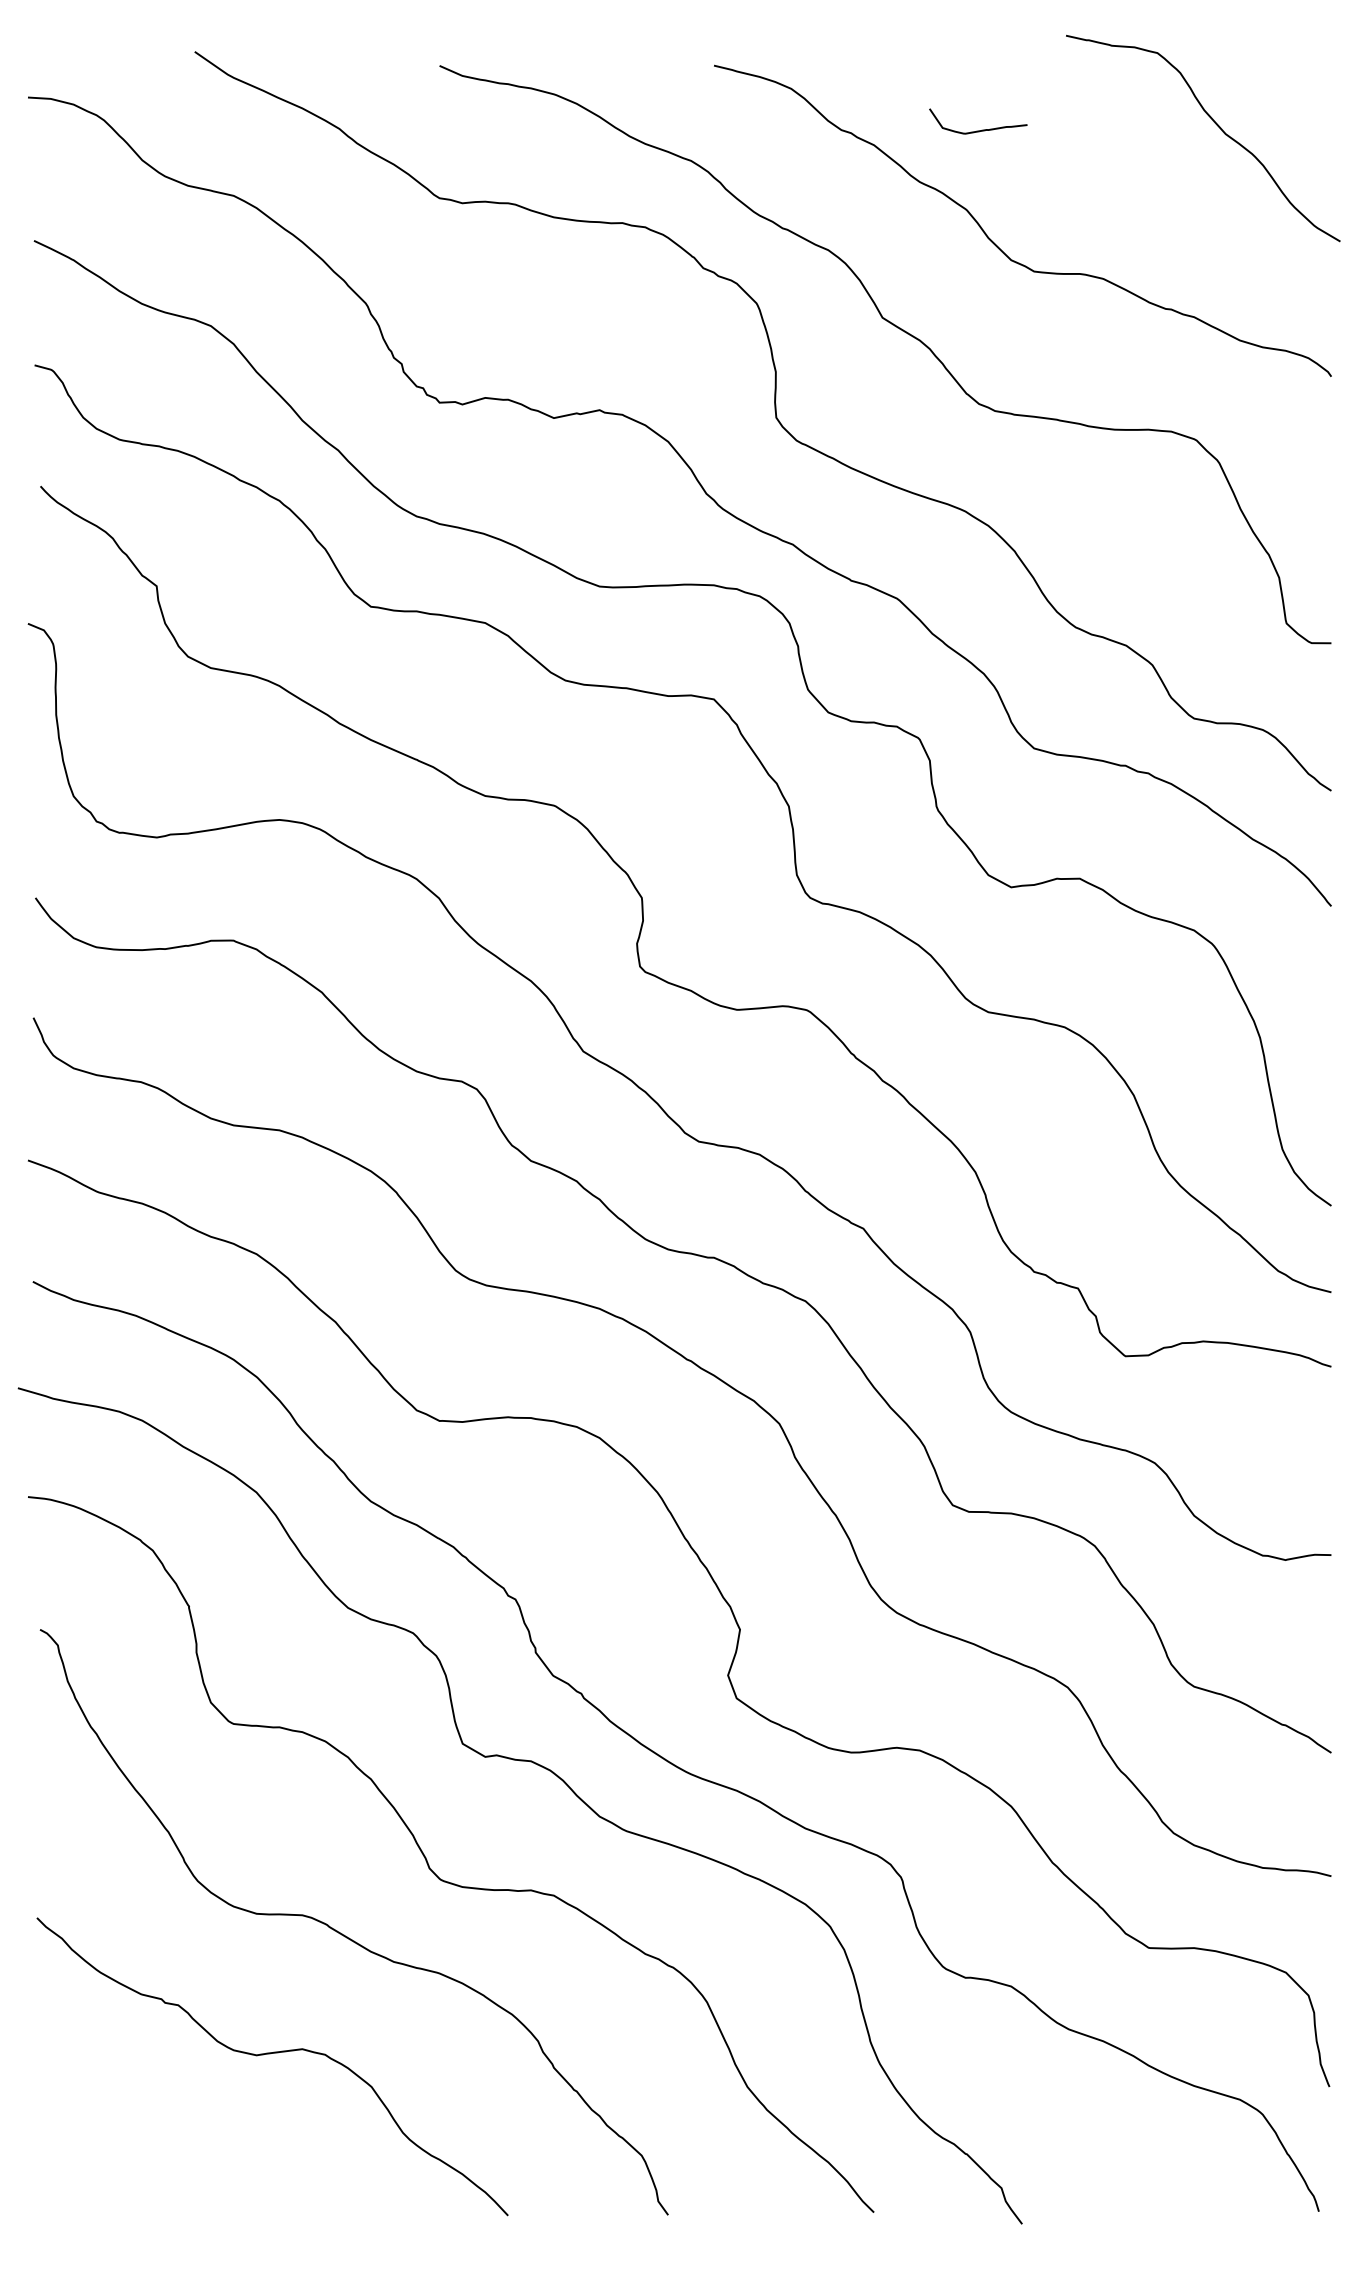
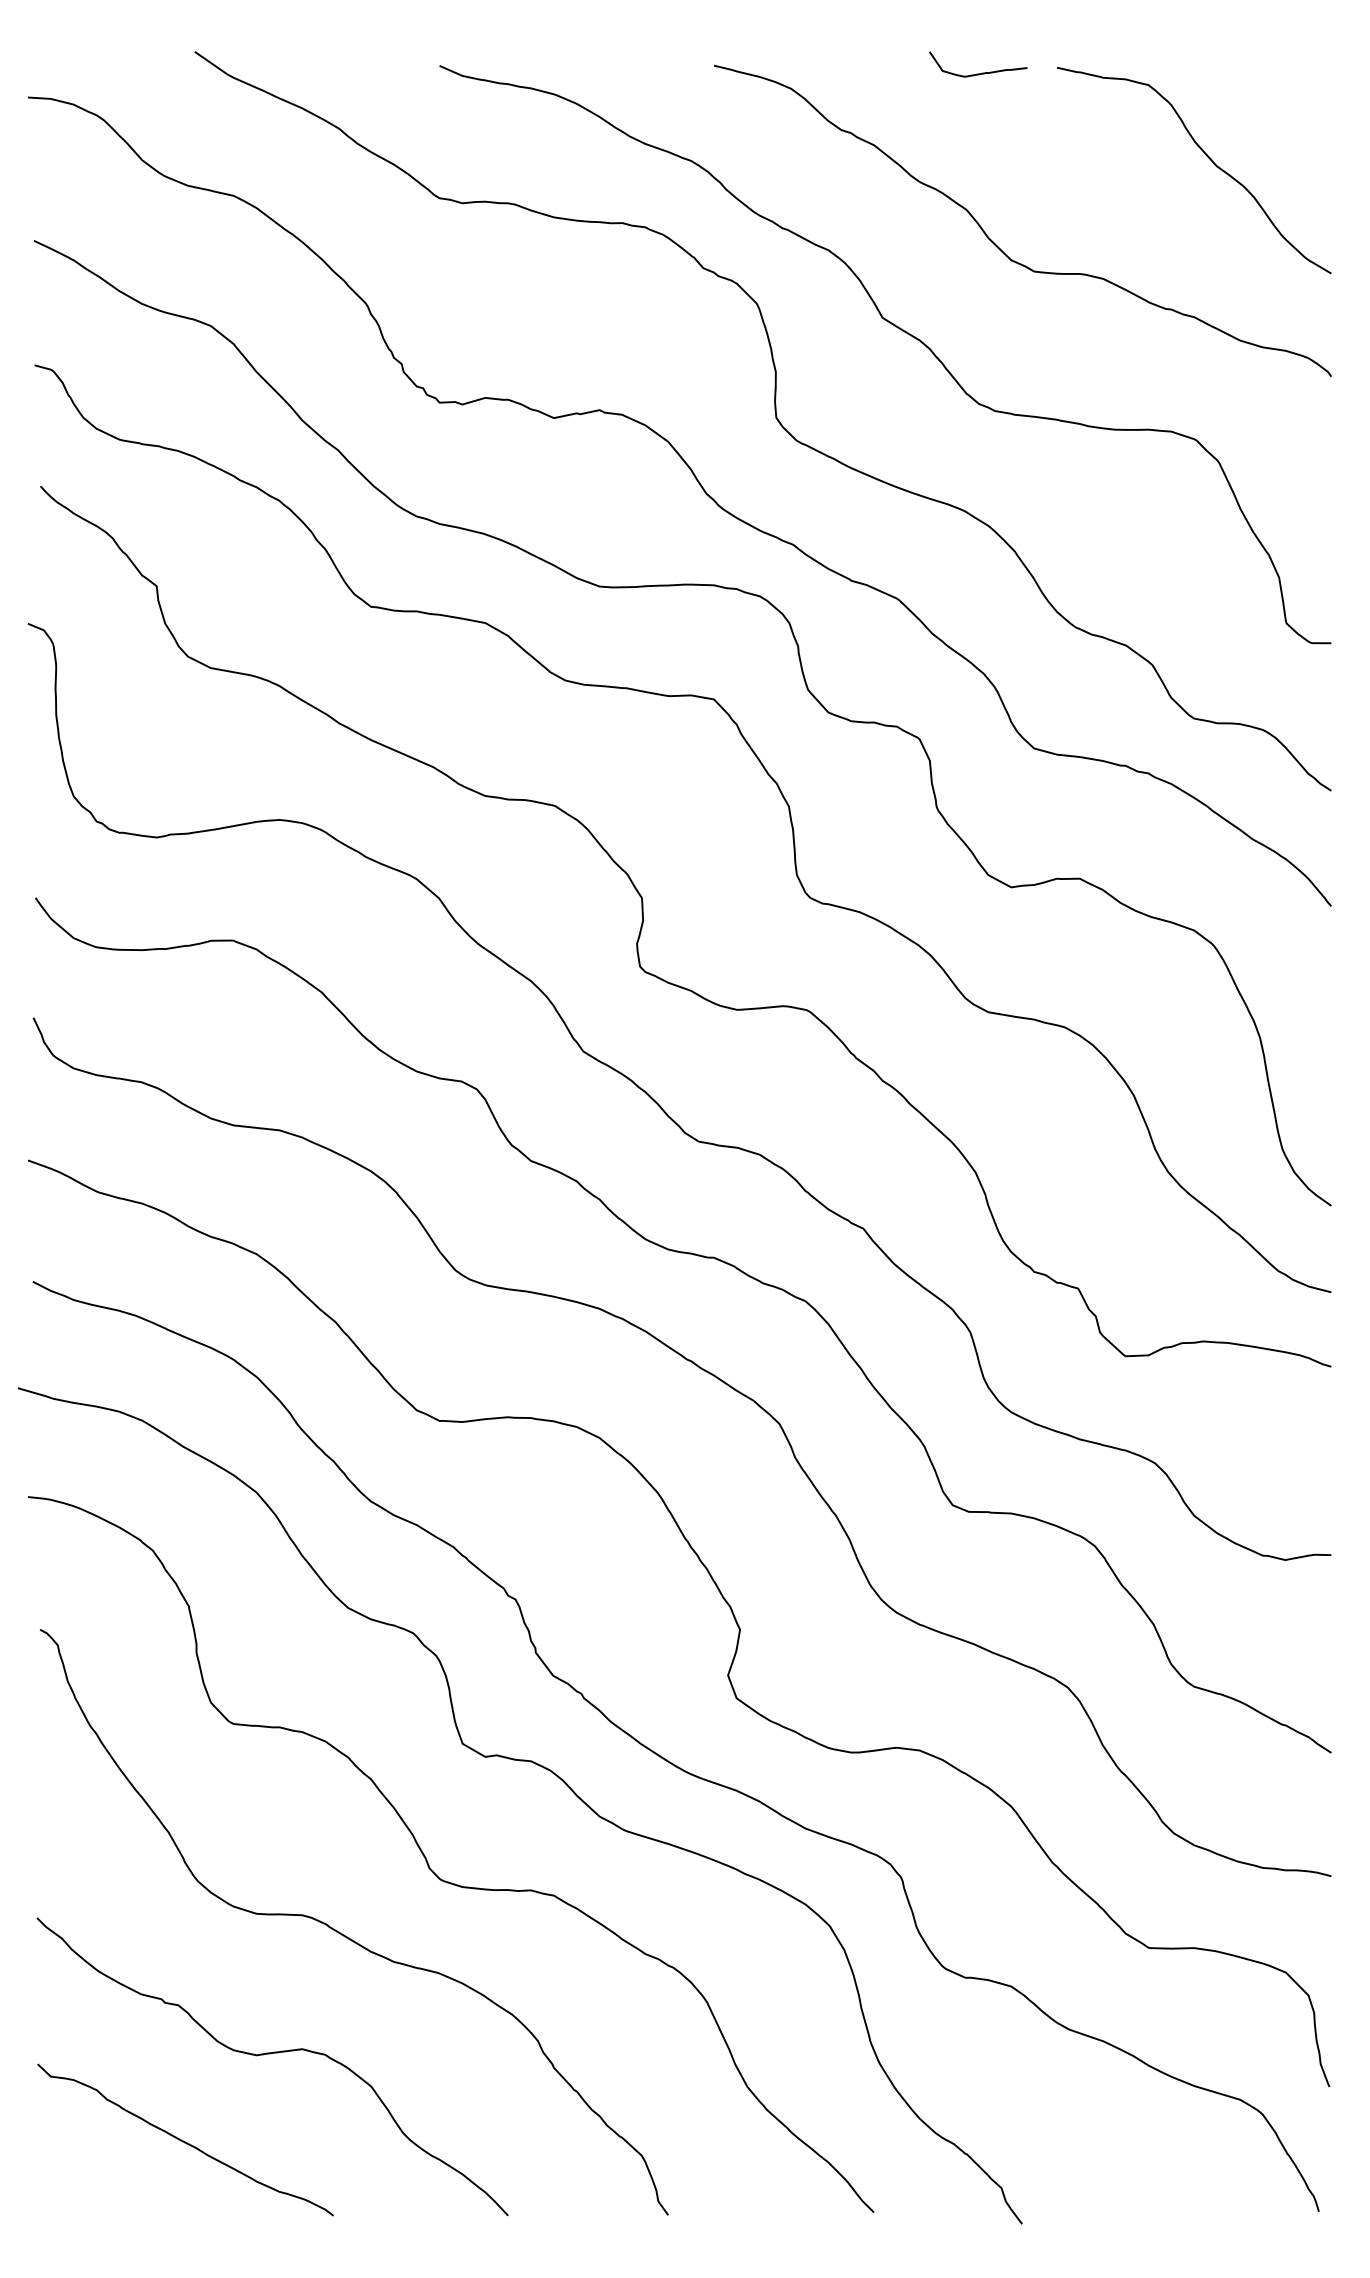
curve at (1216, 125) position: (1216, 125) -> (1207, 157)
curve at (982, 129) position: (982, 129) -> (982, 72)
curve at (185, 2141): none -> present
